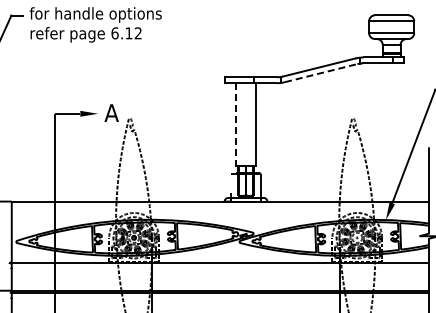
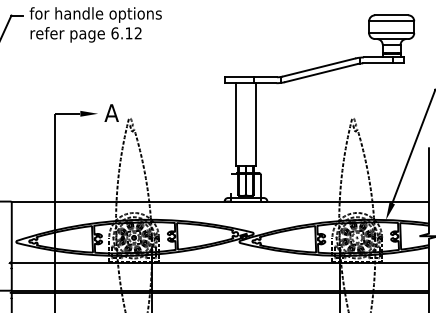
line at (321, 73): dashed -> solid
line at (235, 124): dashed -> solid
